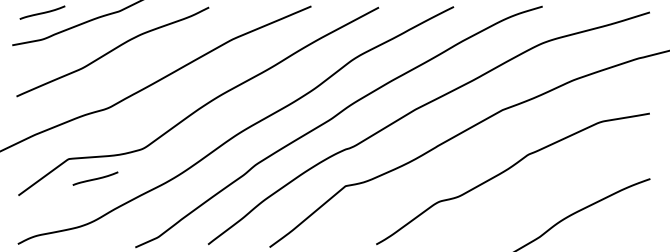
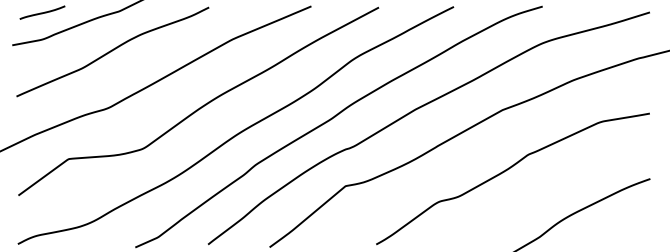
curve at (95, 178): present -> none
